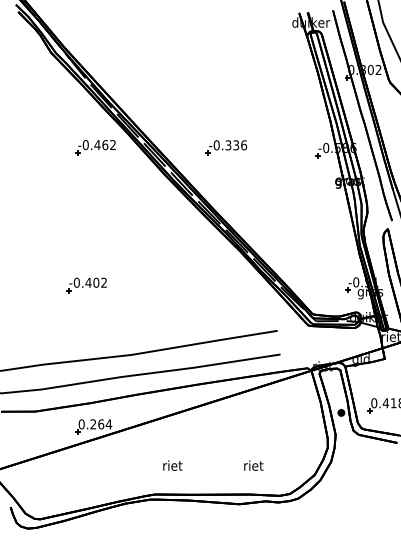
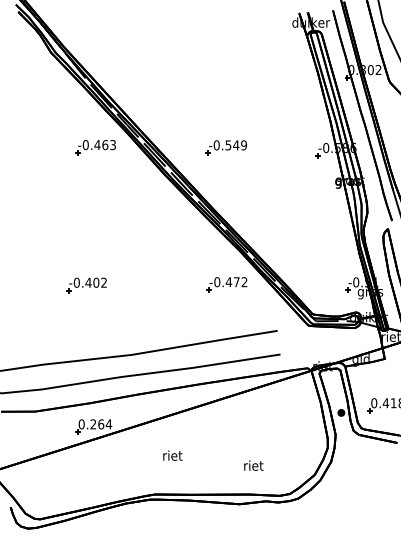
text at (112, 145): -0.462 -> -0.463
text at (236, 145): -0.336 -> -0.549
part at (226, 284): none -> present
text at (172, 465) position: (172, 465) -> (172, 455)
